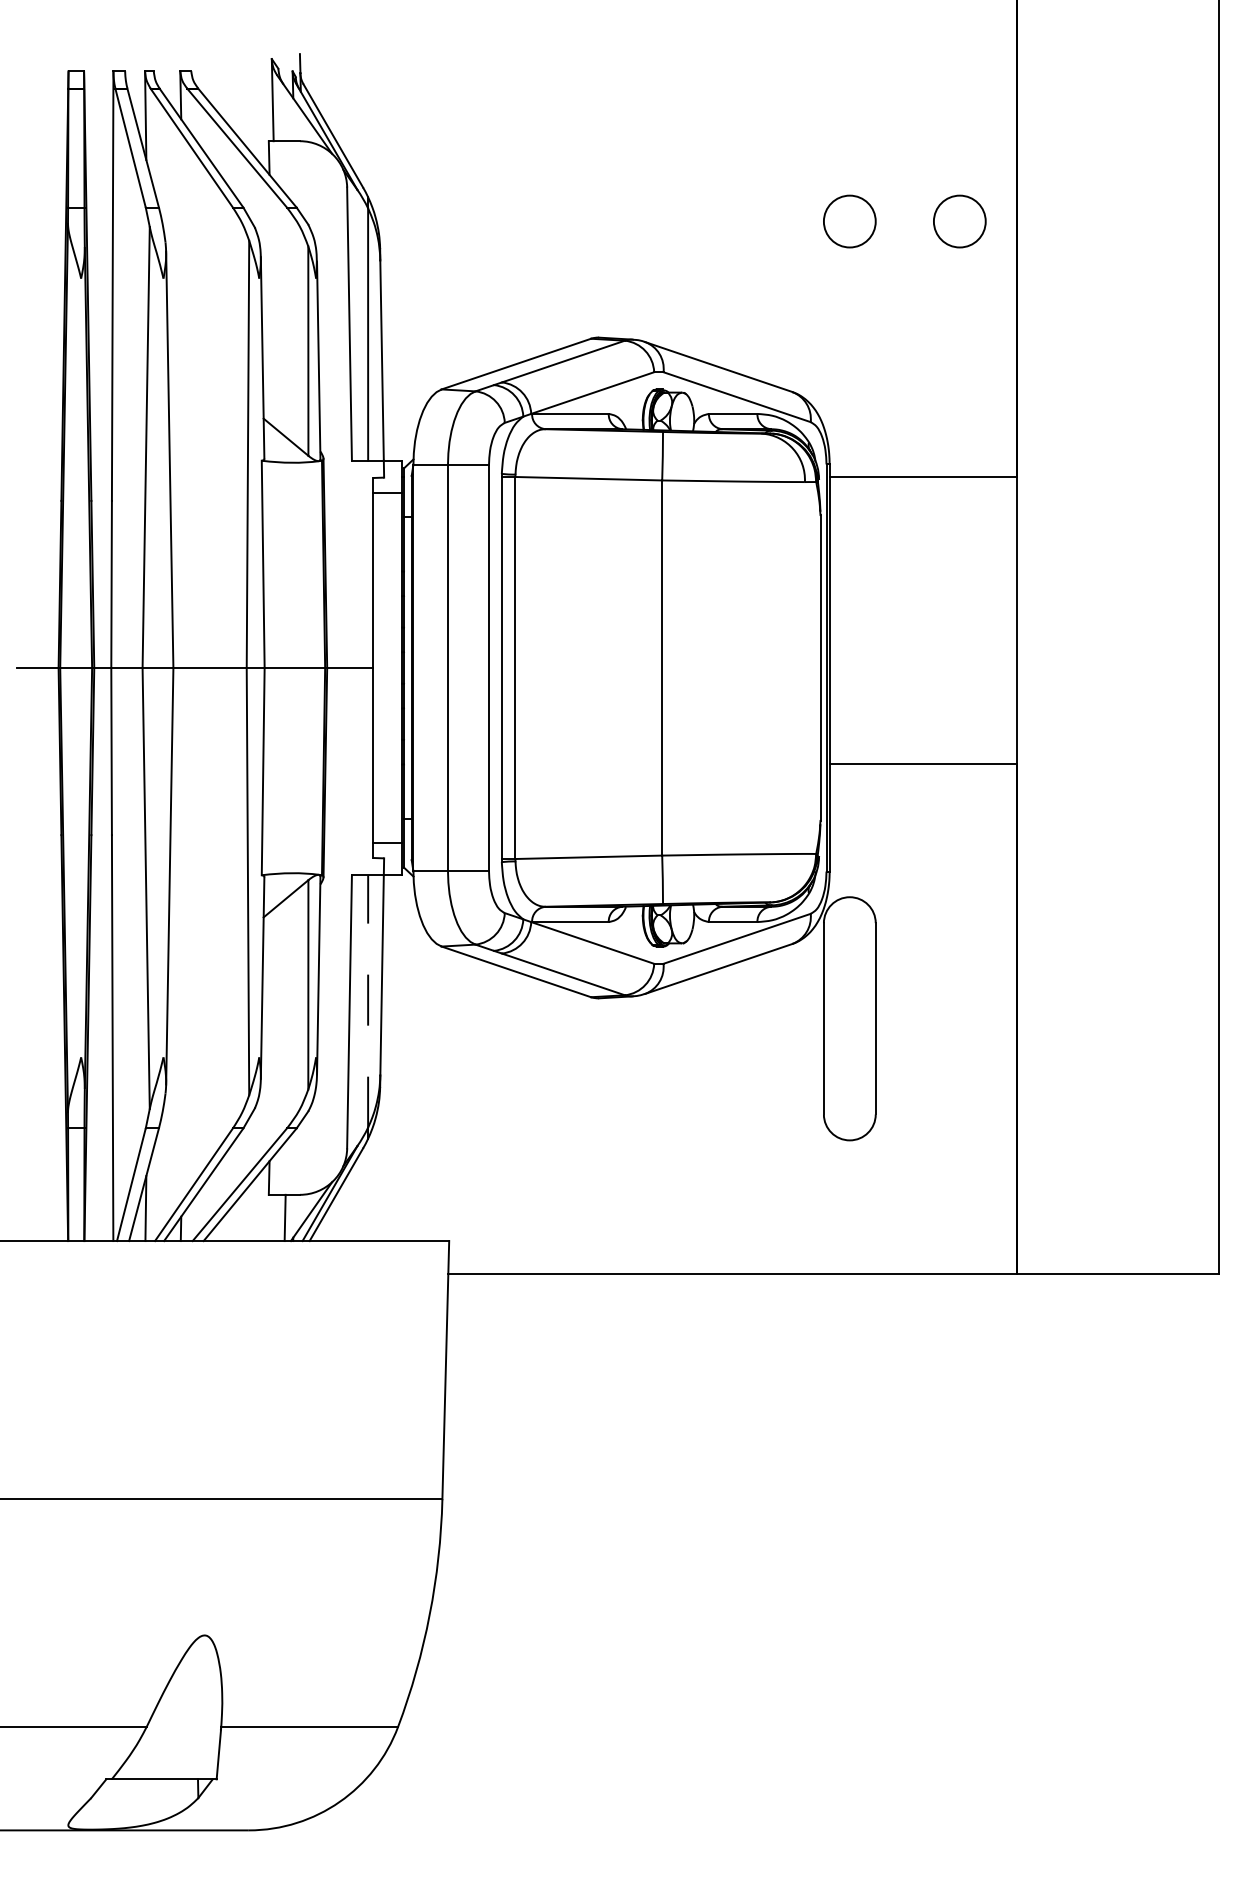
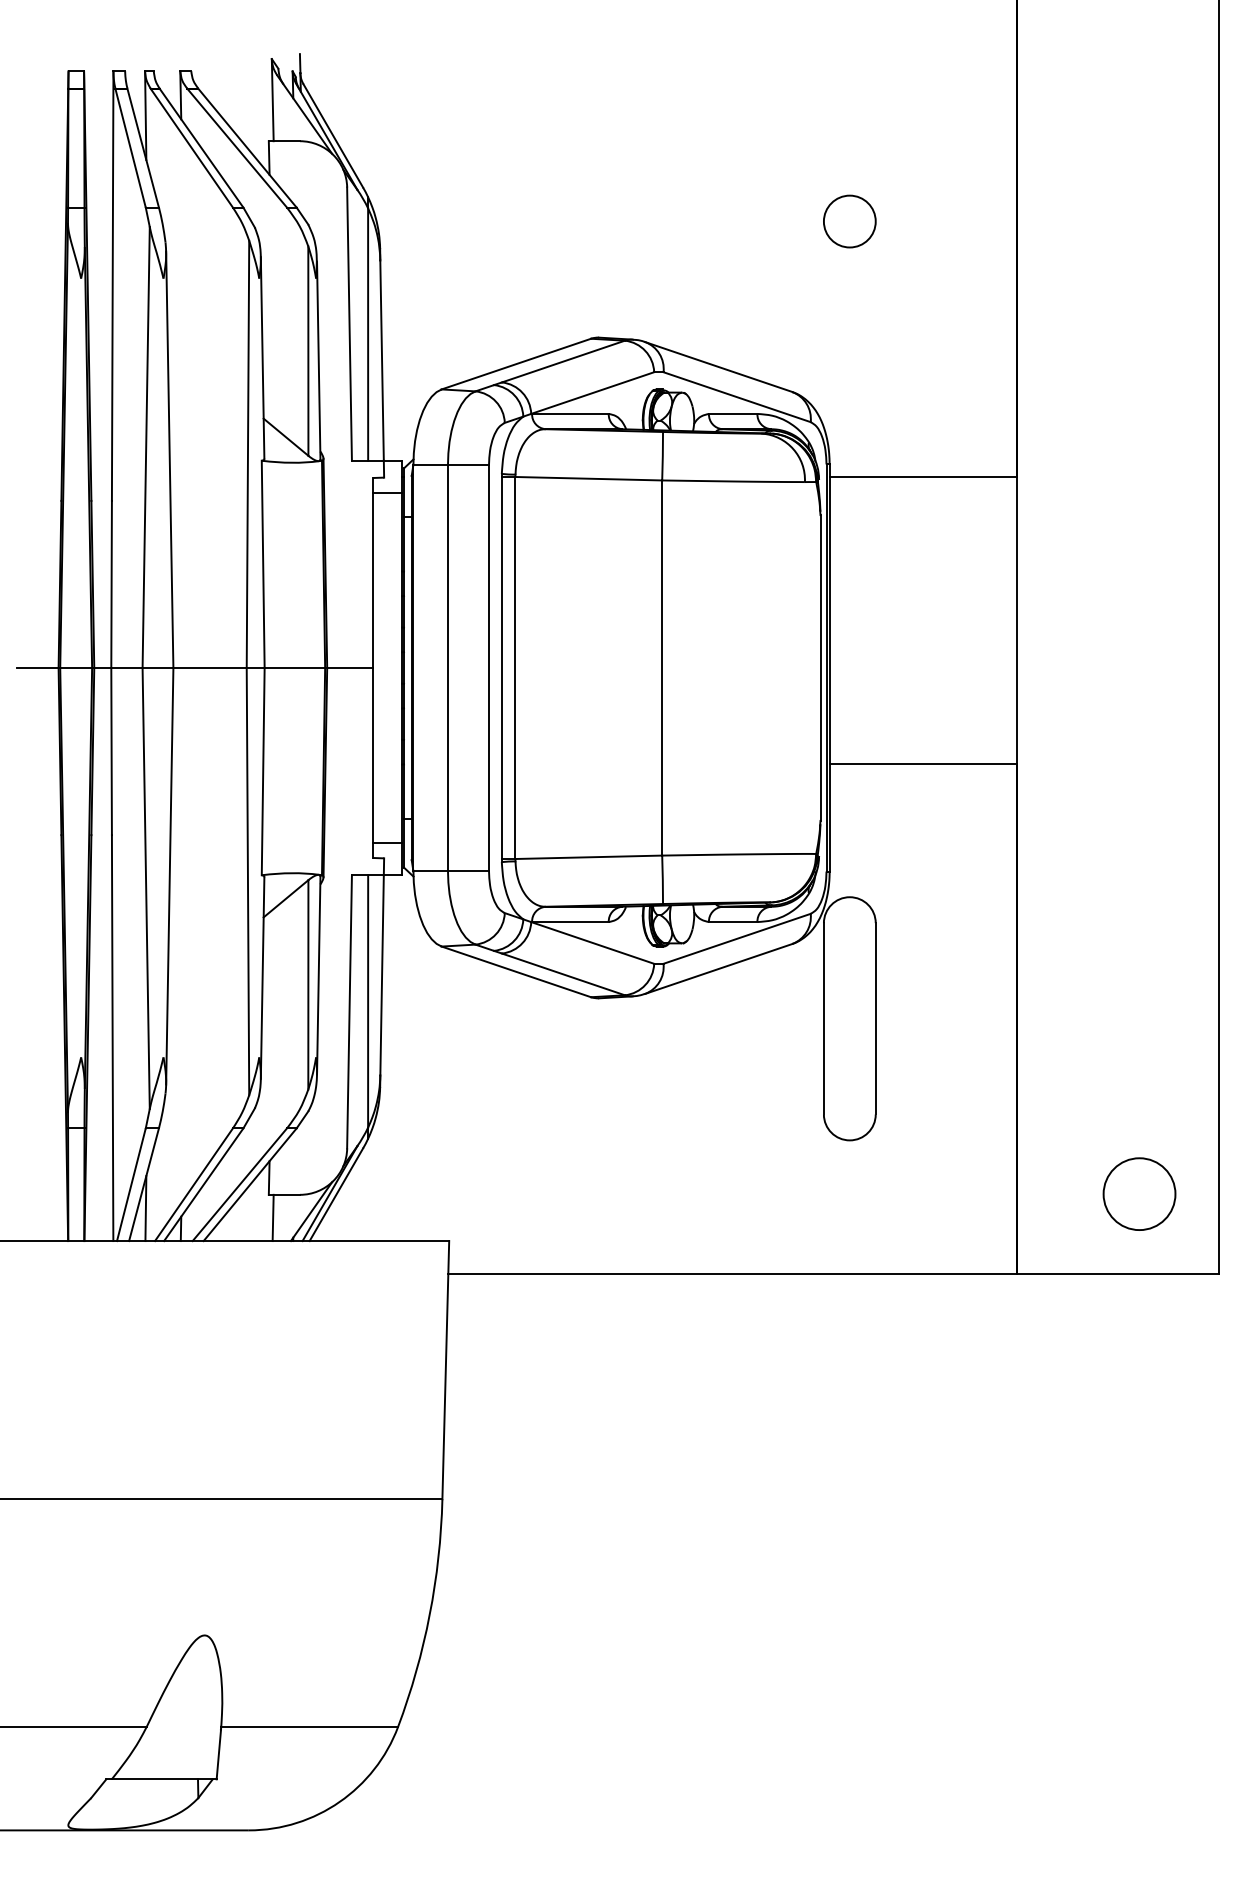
circle at (959, 221): present -> none
line at (368, 1000): dashed -> solid
circle at (1139, 1193): none -> present
line at (284, 1217) position: (284, 1217) -> (272, 1217)
